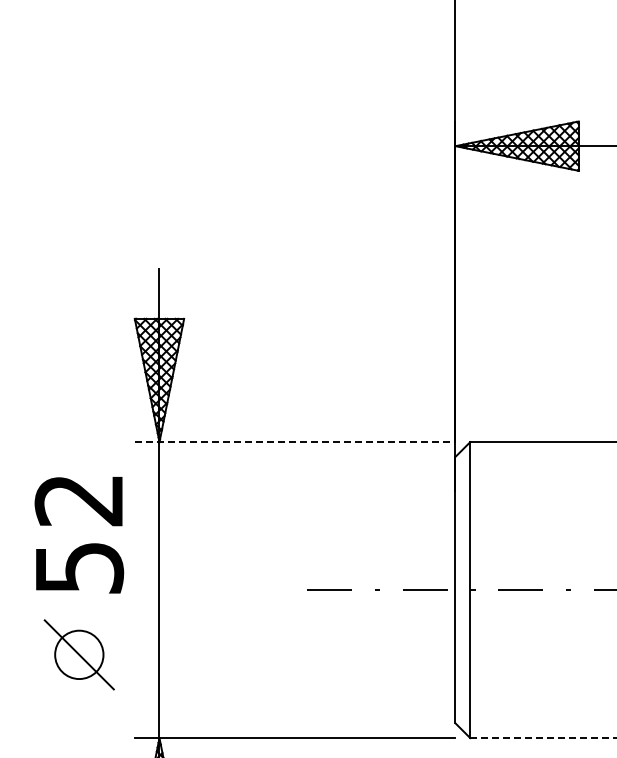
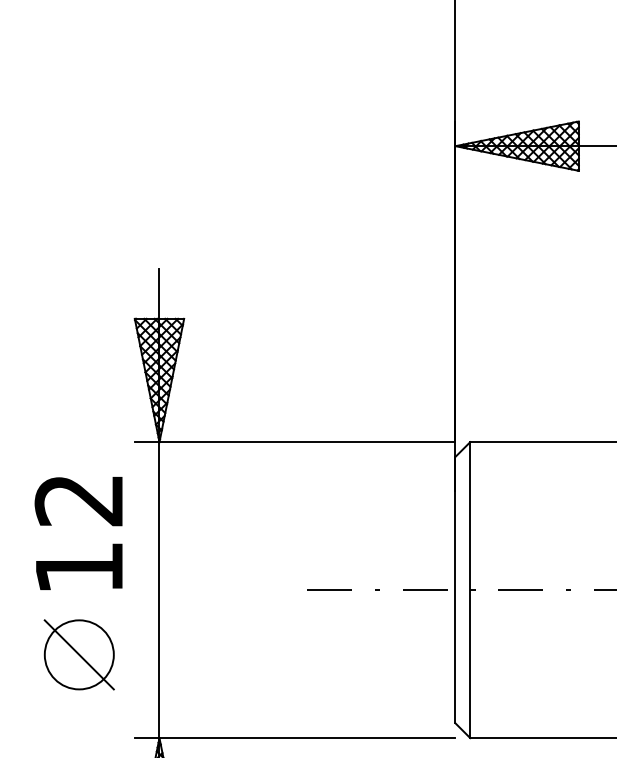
line at (295, 442): dashed -> solid
text at (80, 568): 52 -> 12
circle at (79, 654) diameter: 48 px -> 69 px
line at (543, 738): dashed -> solid
